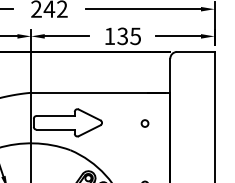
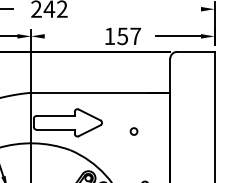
line at (142, 9): present -> none
line at (66, 36): present -> none
text at (129, 36): 135 -> 157
circle at (144, 123) position: (144, 123) -> (133, 131)
